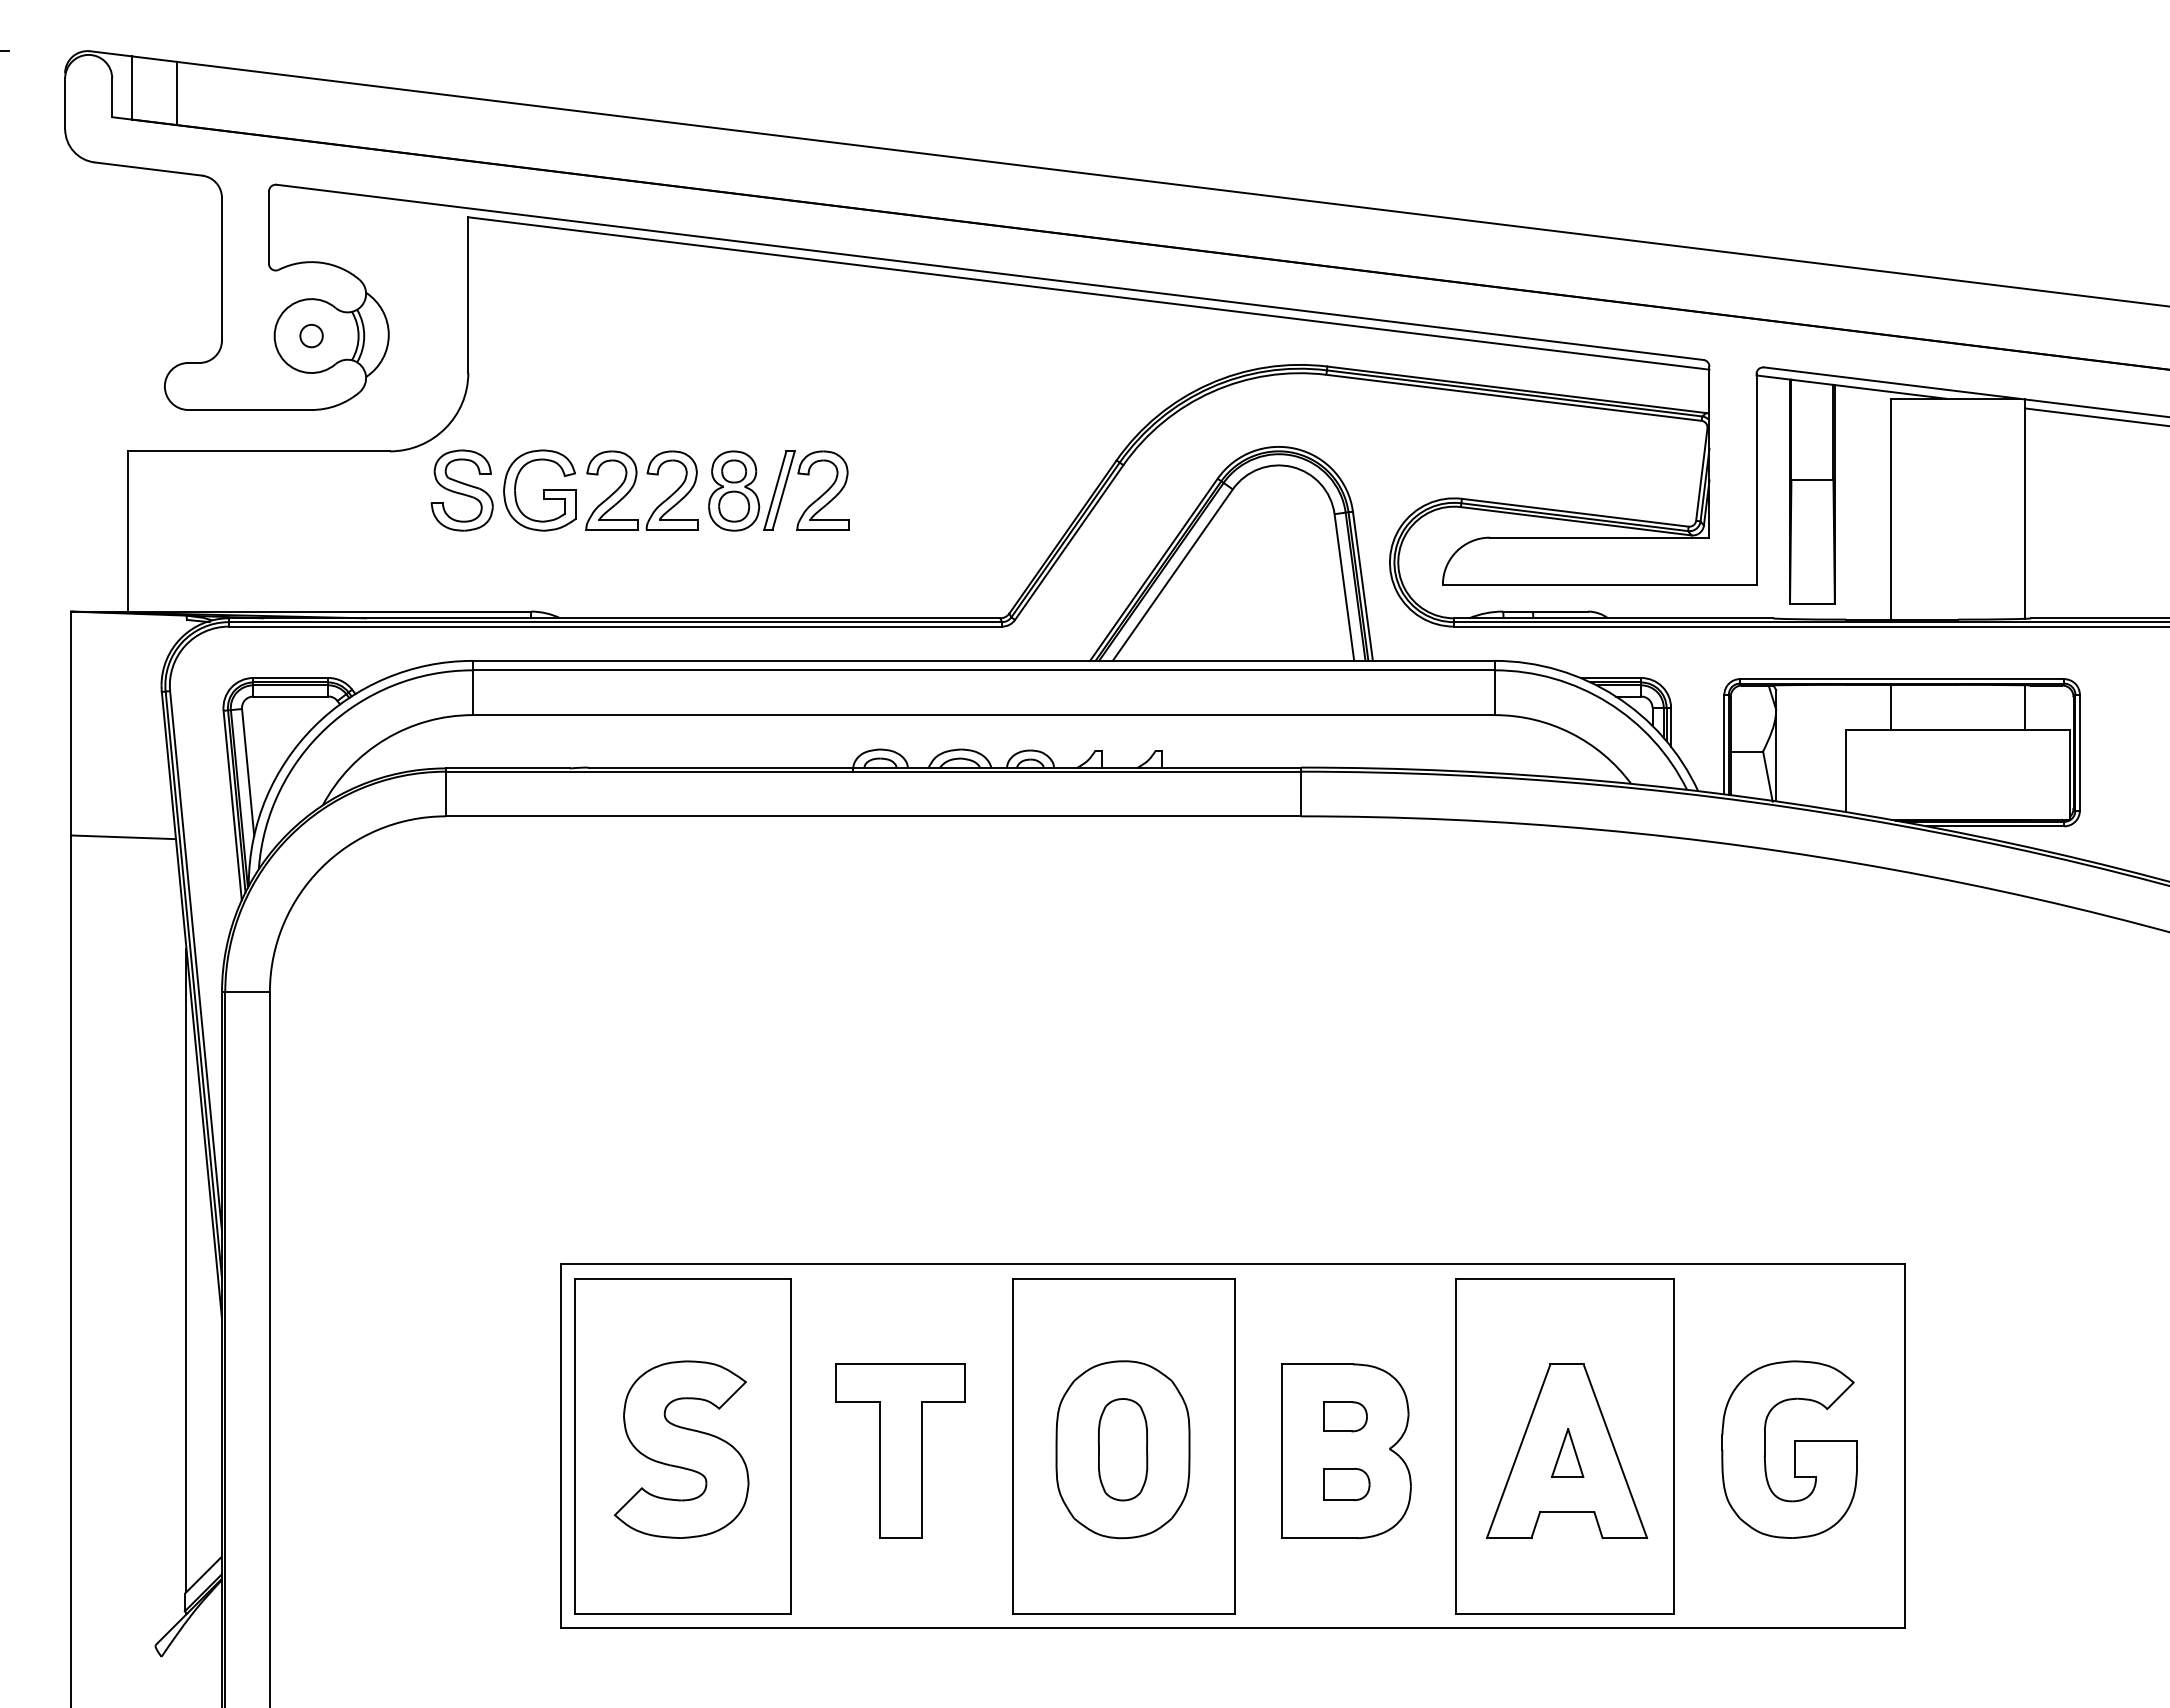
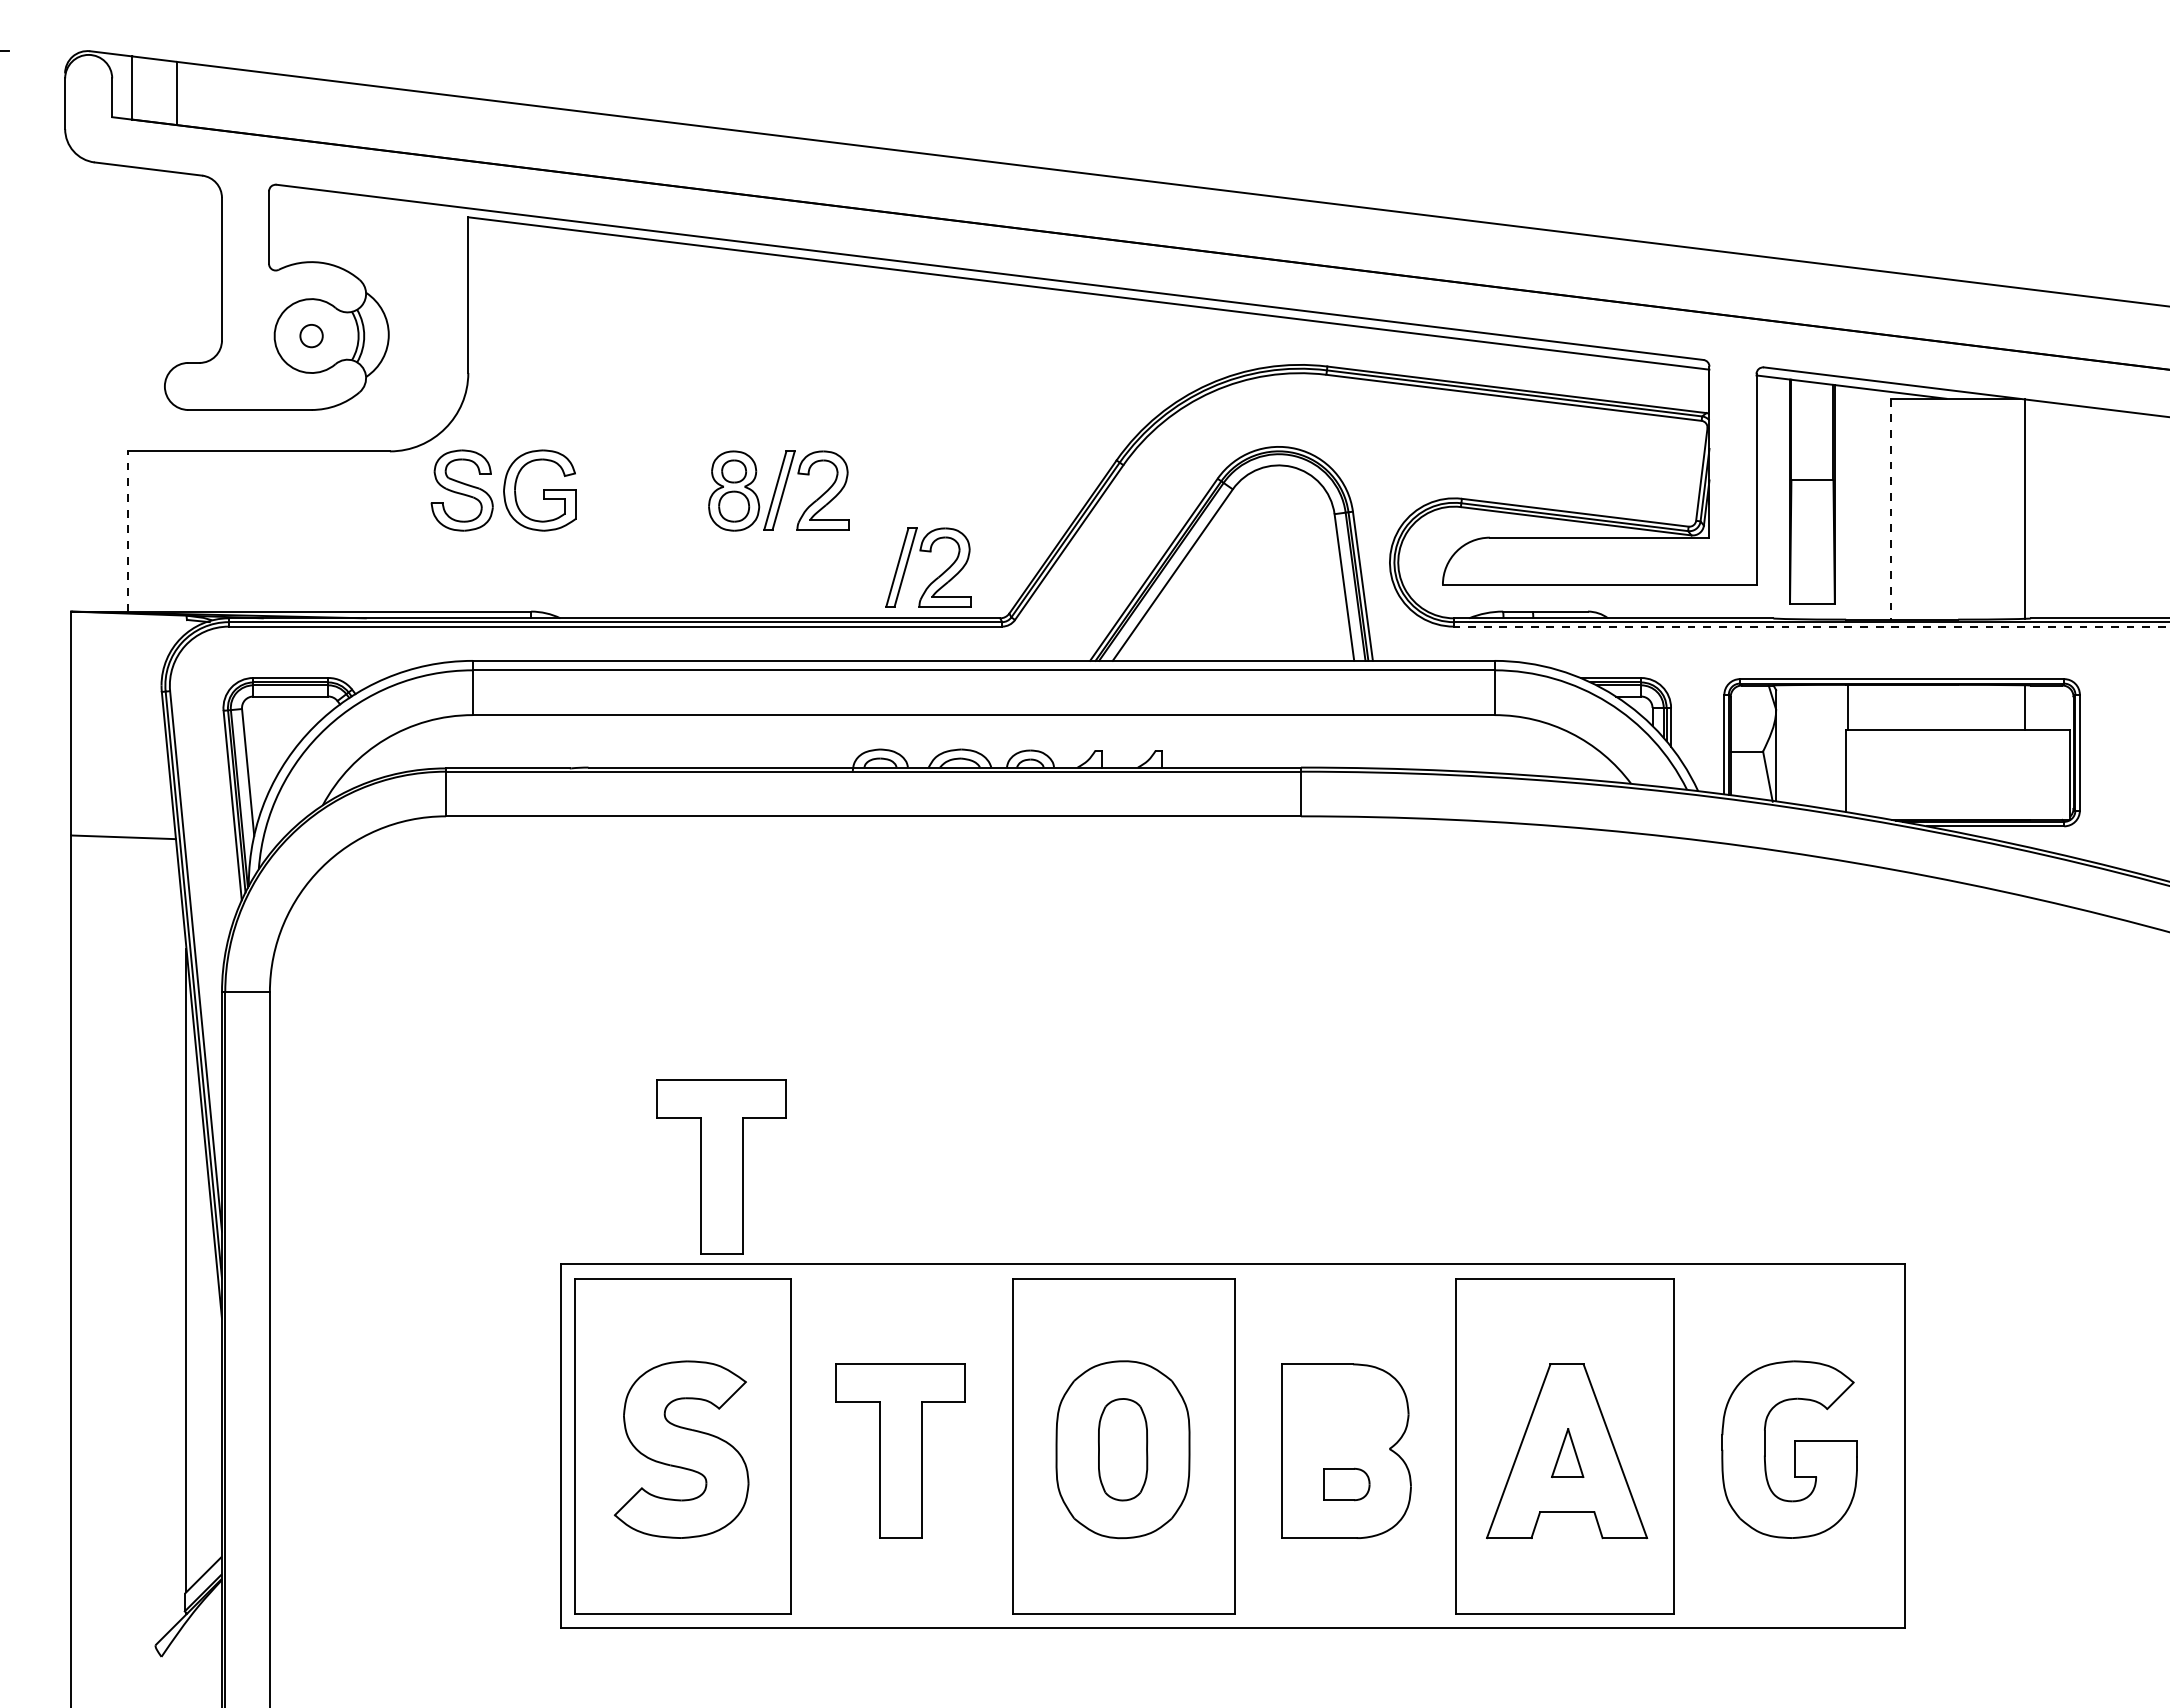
line at (2095, 416): present -> none
part at (633, 487): present -> none
line at (1890, 509): solid -> dashed
line at (127, 531): solid -> dashed
part at (936, 577): none -> present
line at (1811, 626): solid -> dashed
line at (1890, 707) position: (1890, 707) -> (1847, 707)
part at (721, 1166): none -> present
part at (1345, 1416): present -> none
